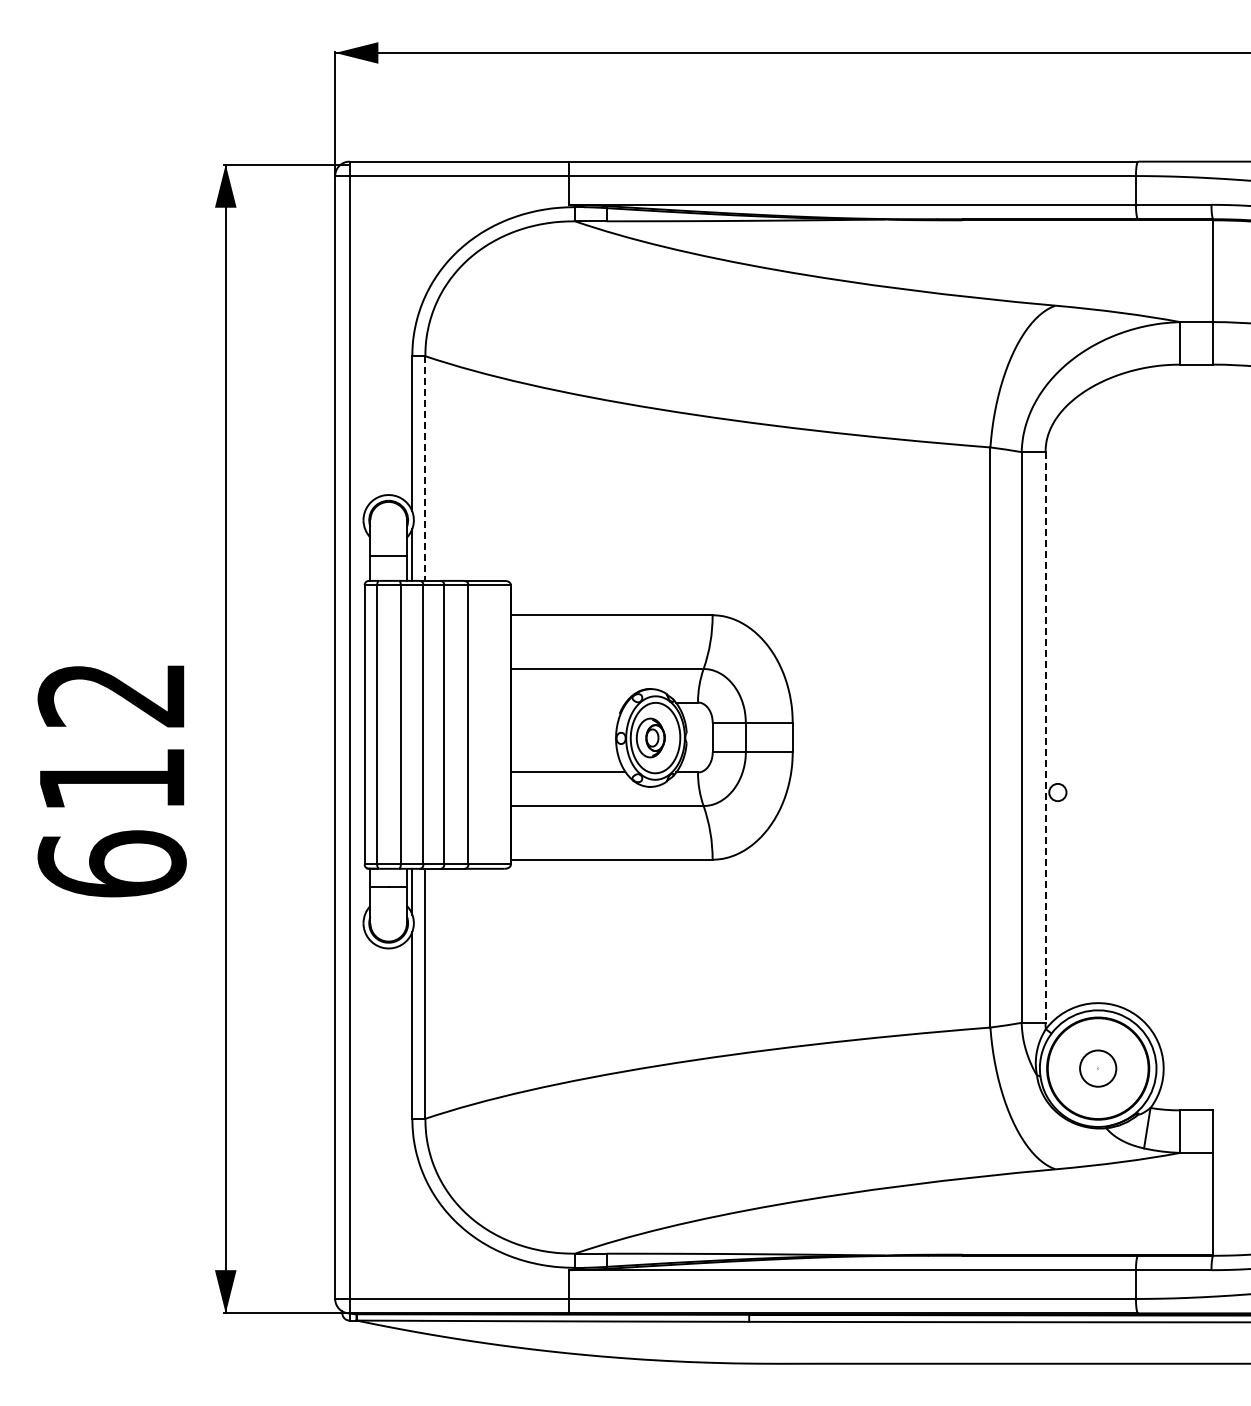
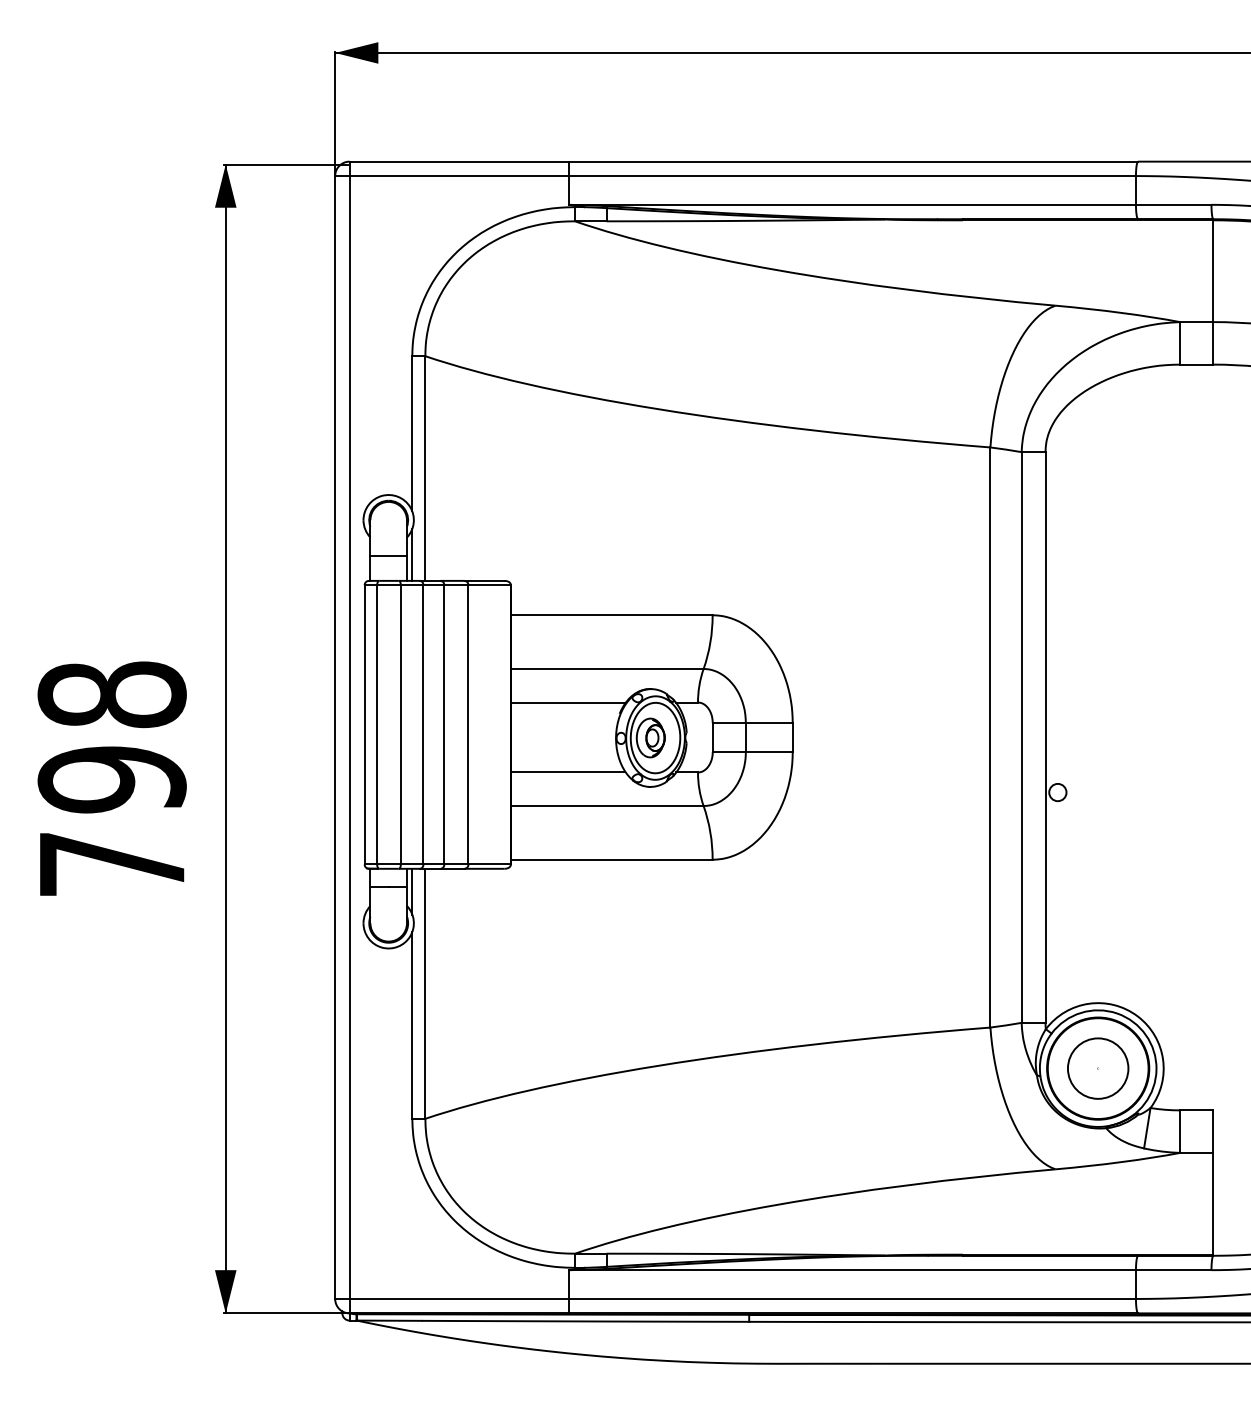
line at (425, 469): dashed -> solid
line at (567, 702): none -> present
line at (1045, 738): dashed -> solid
text at (111, 779): 612 -> 798
circle at (1098, 1068) diameter: 36 px -> 60 px
